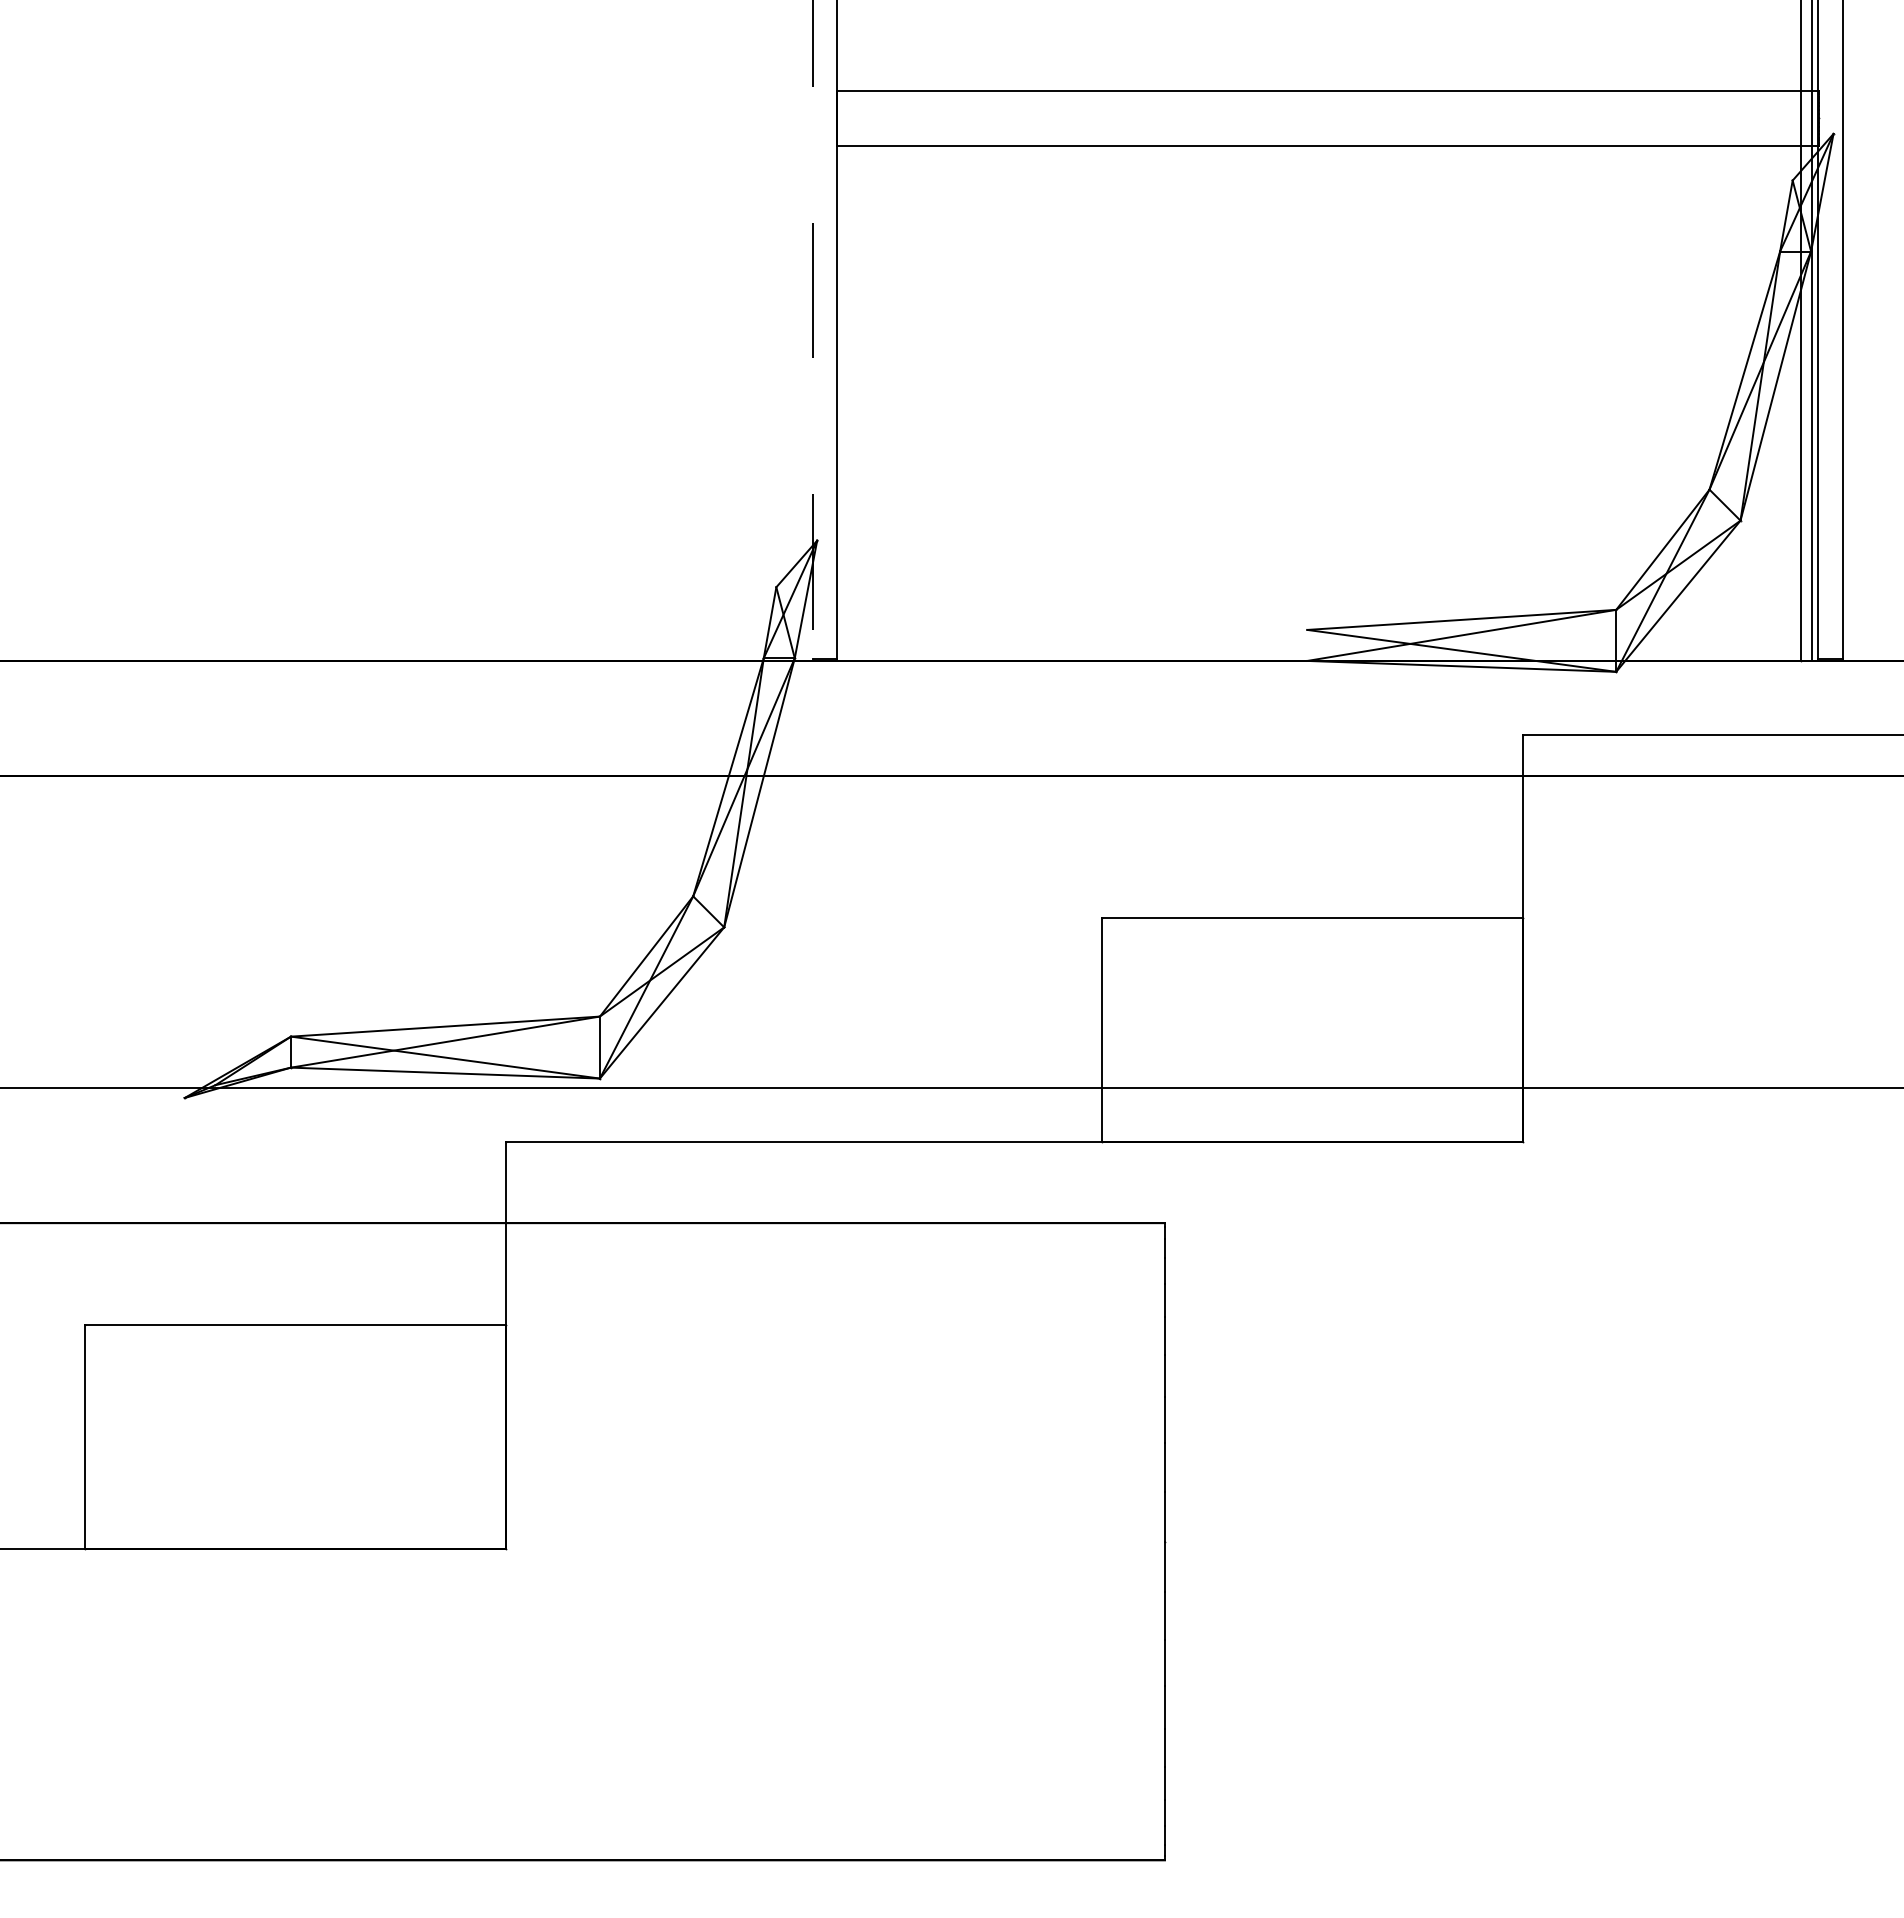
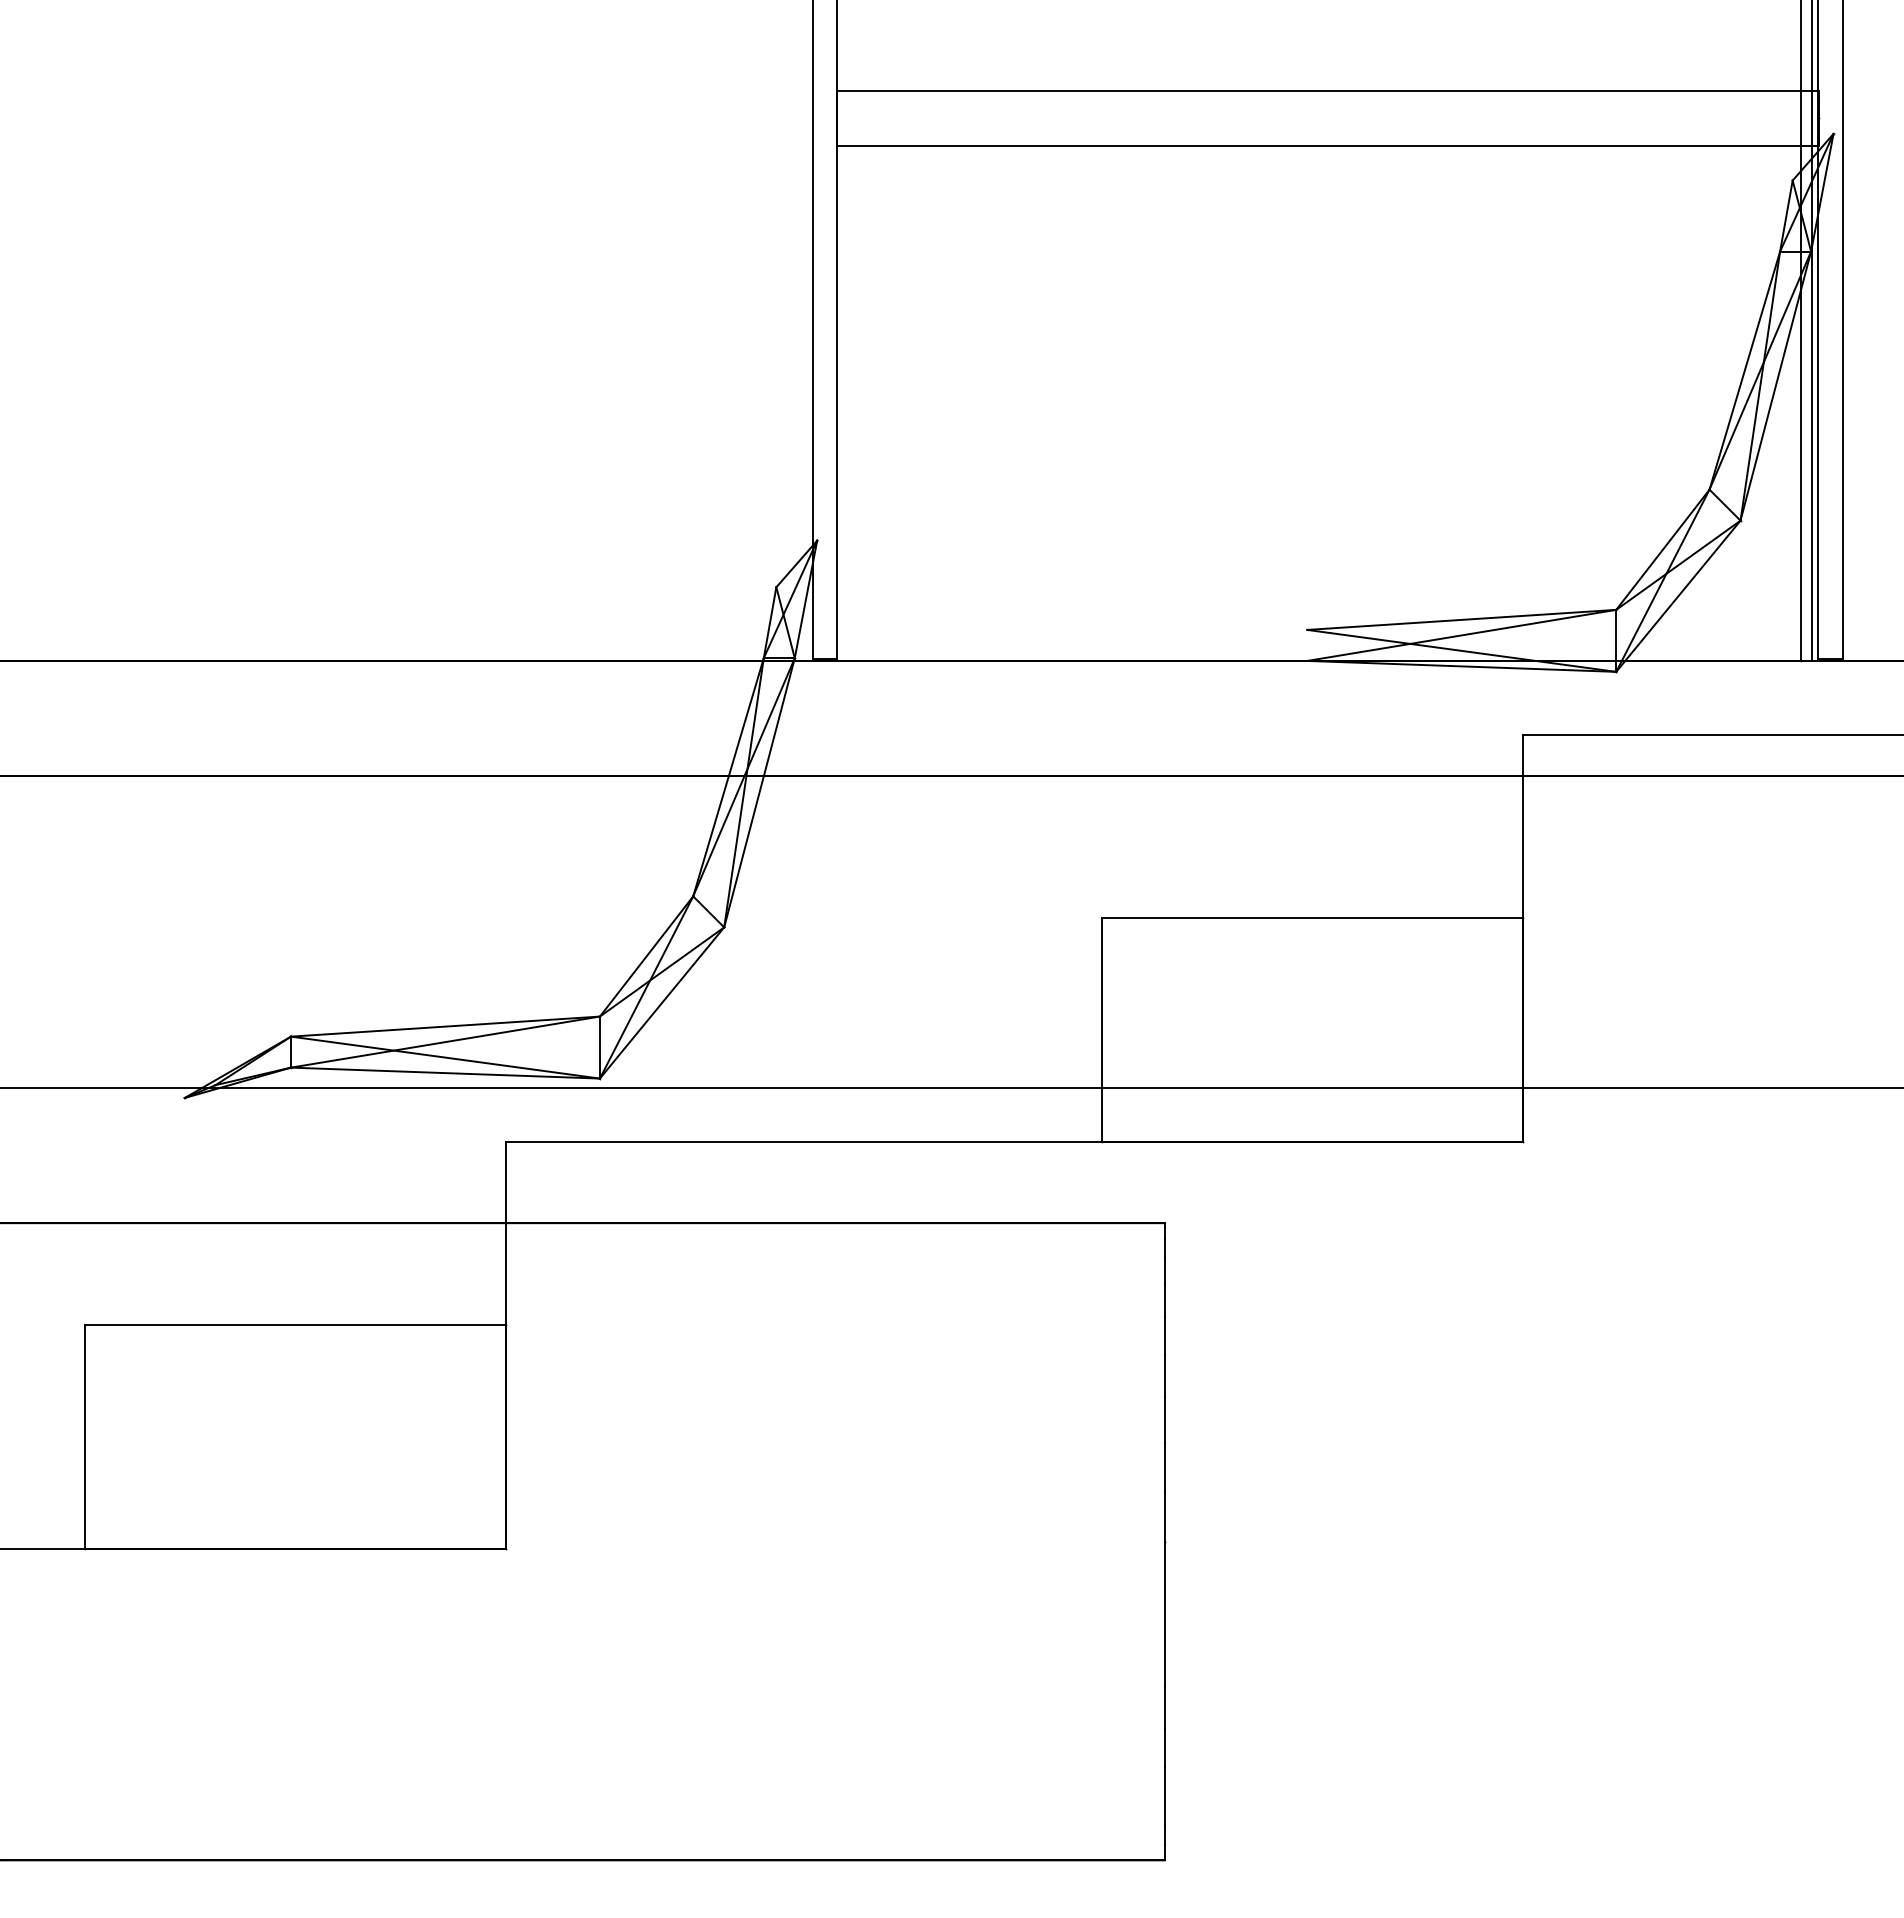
line at (812, 329): dashed -> solid
